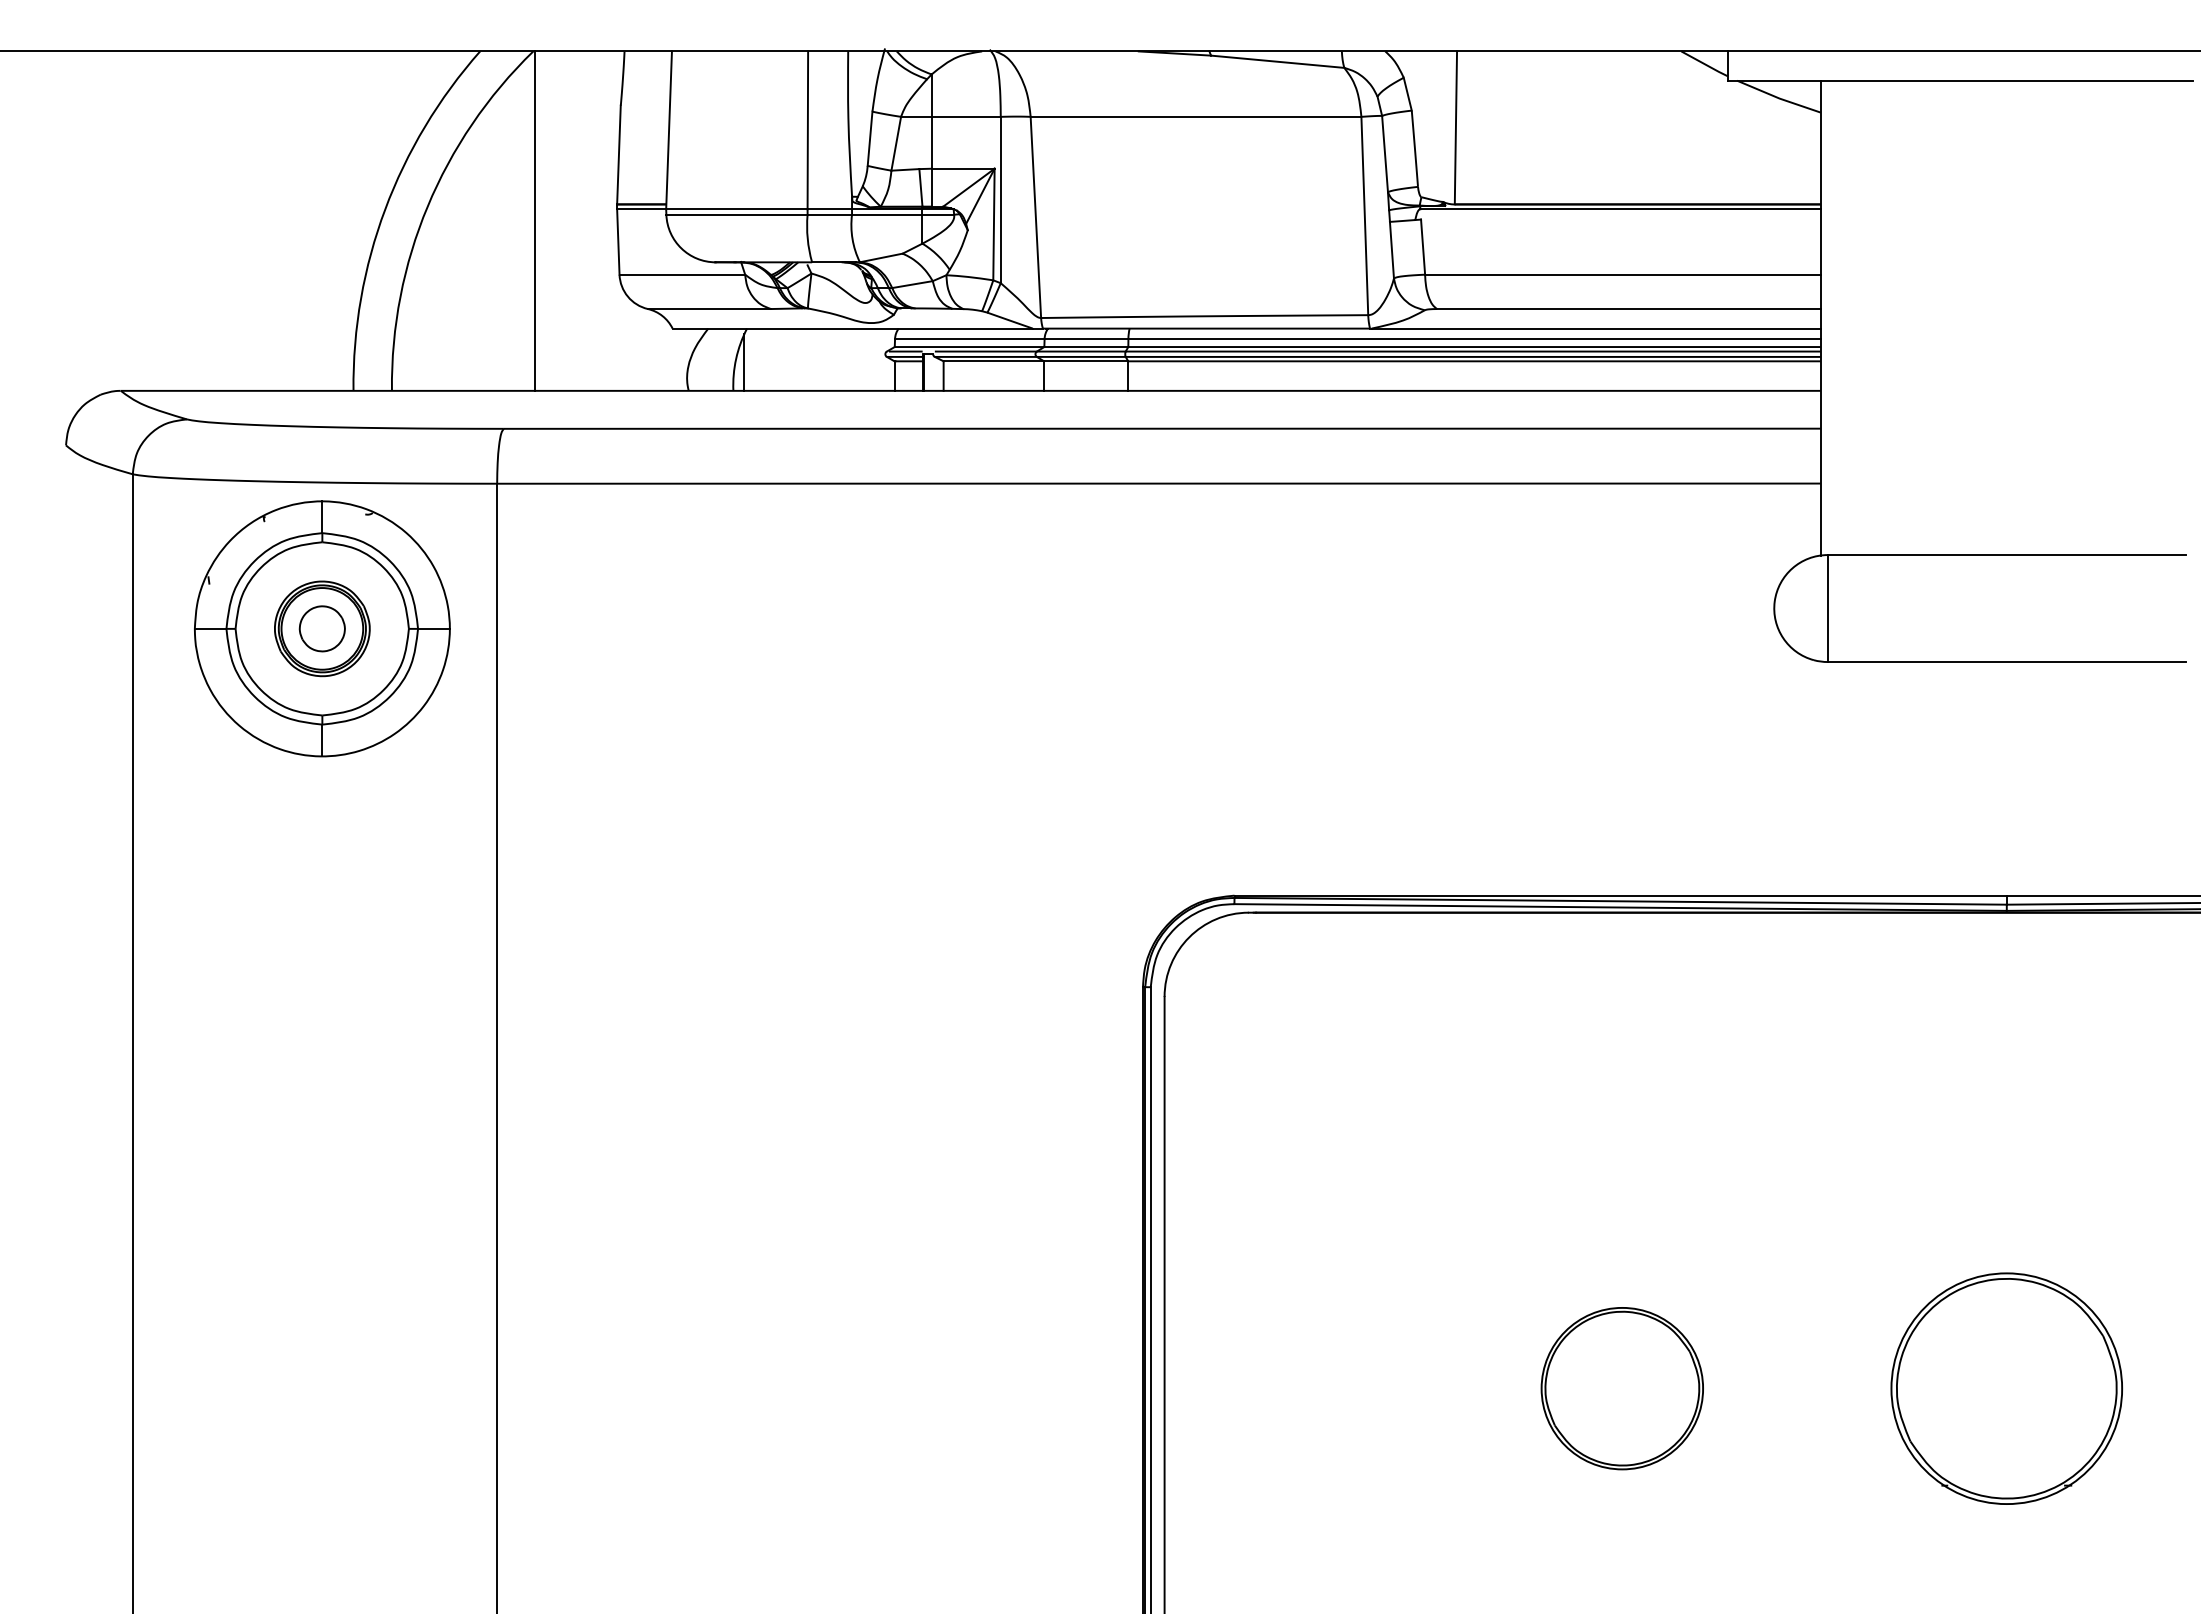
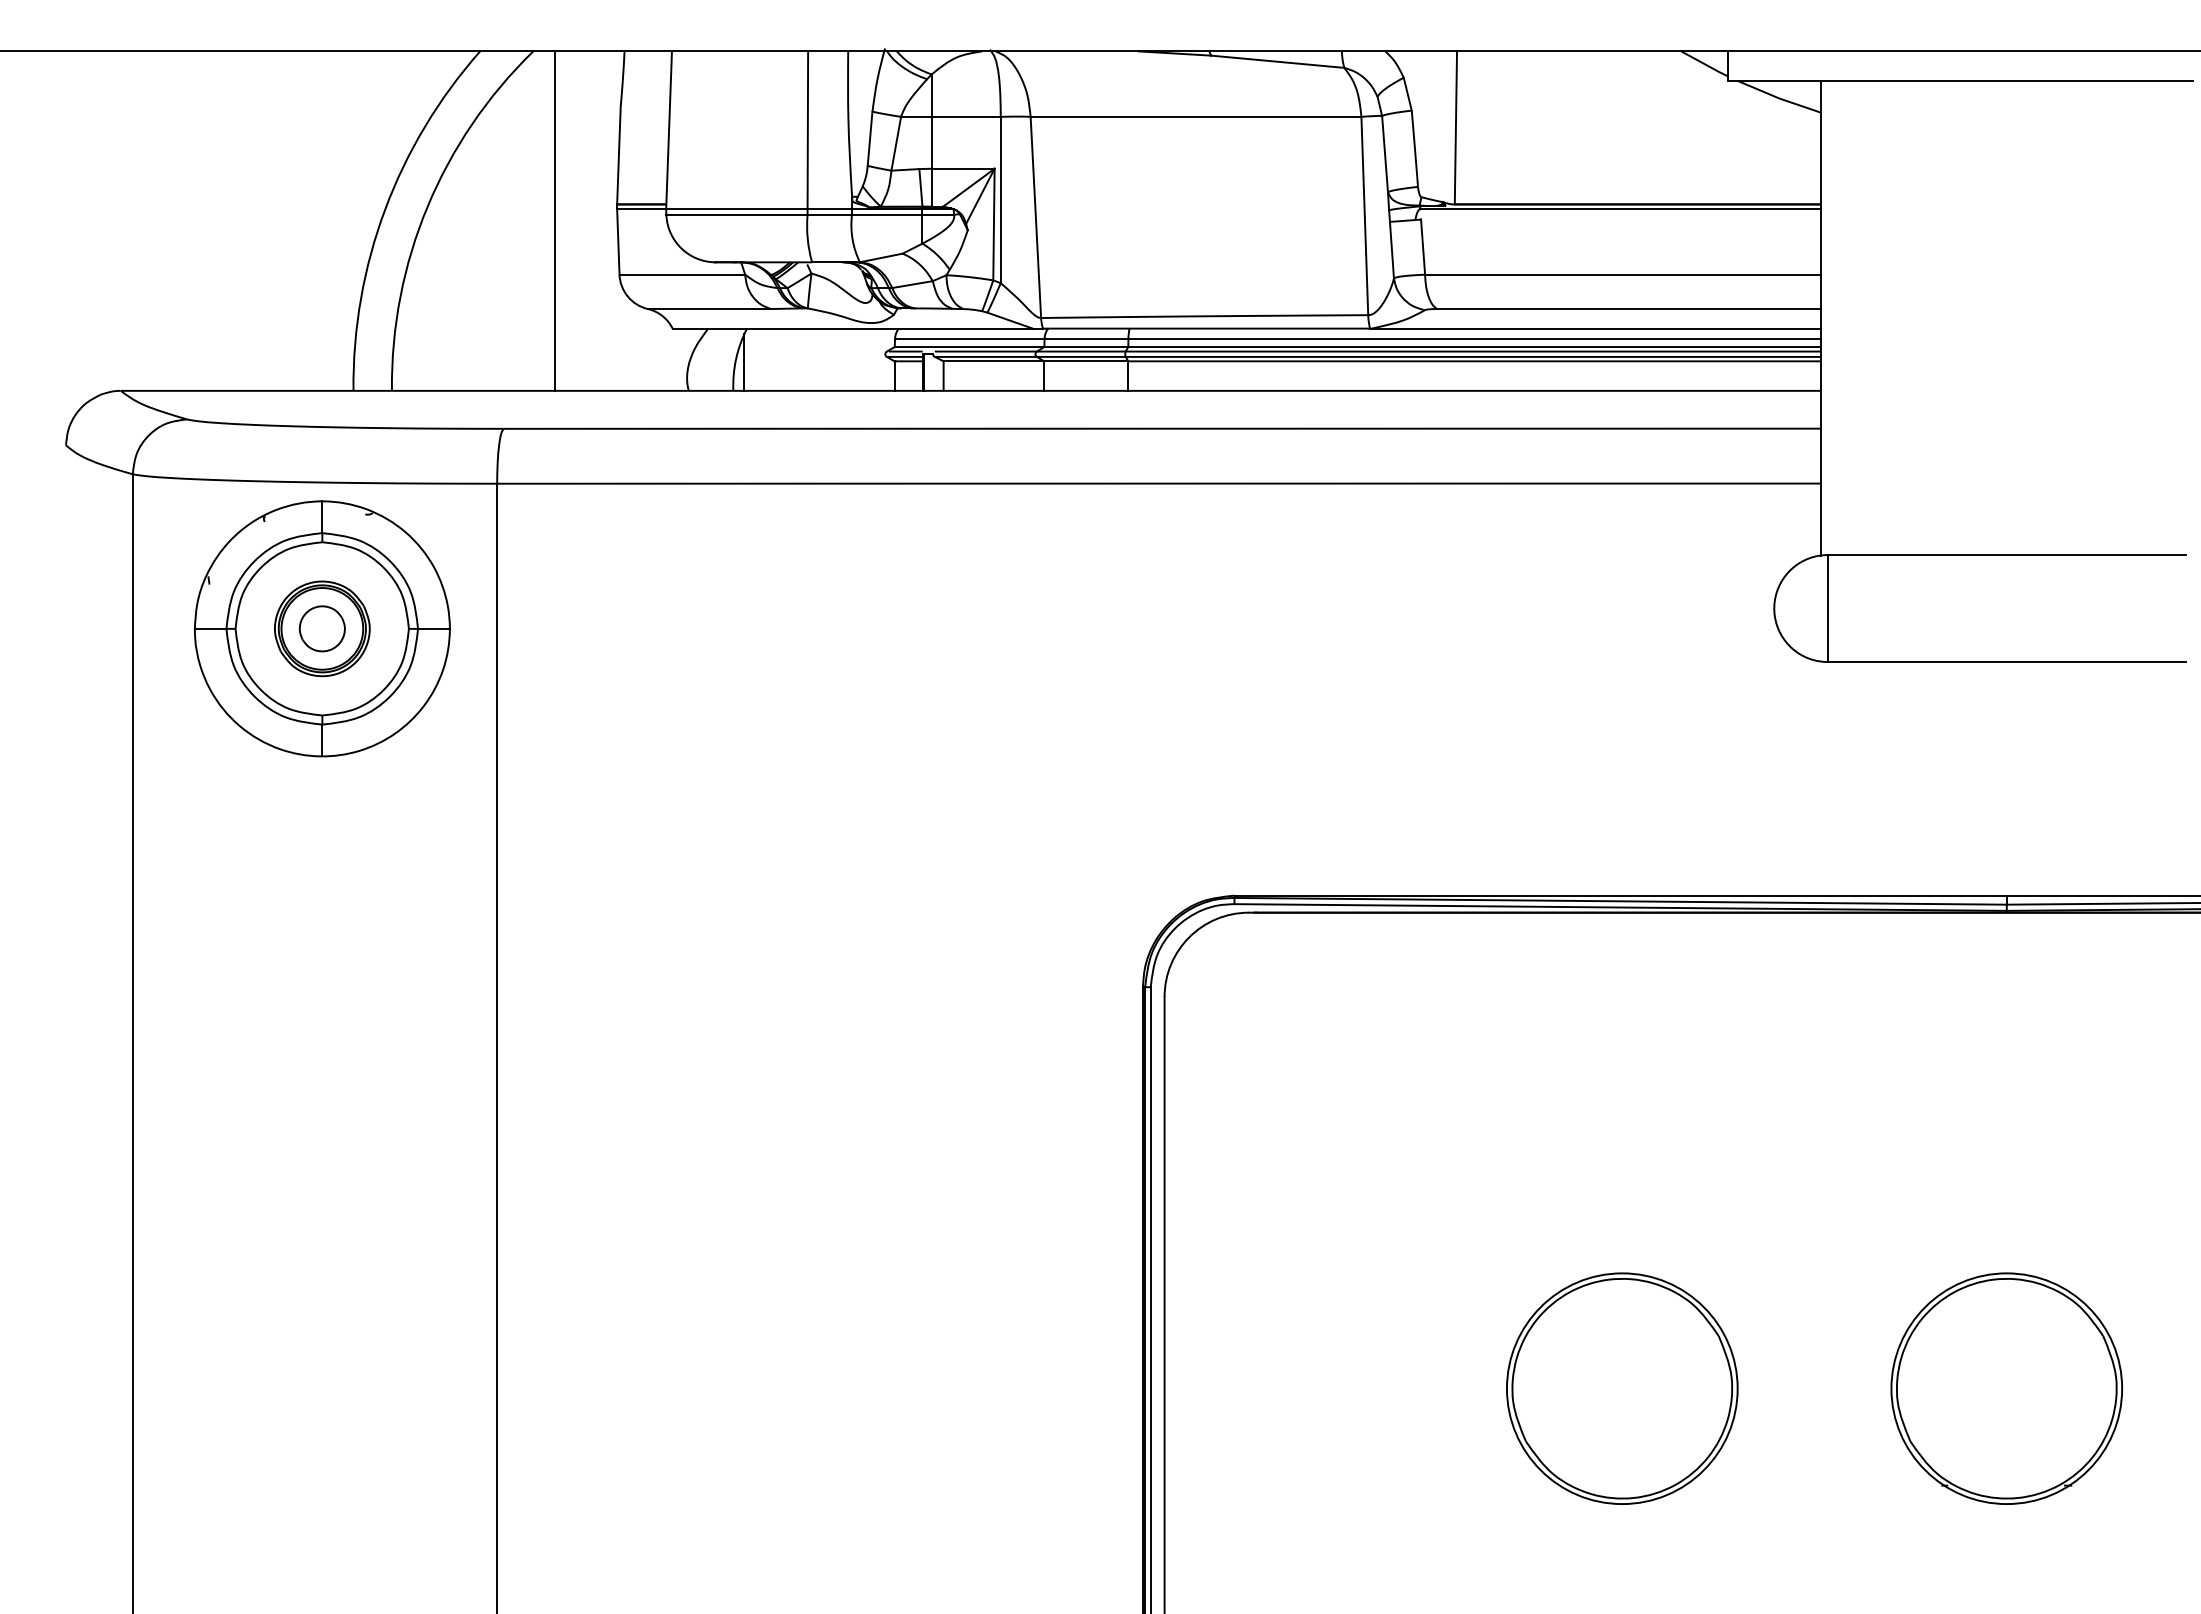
line at (534, 220) position: (534, 220) -> (554, 220)
part at (1621, 1388) size: 164x164 px -> 233x233 px
